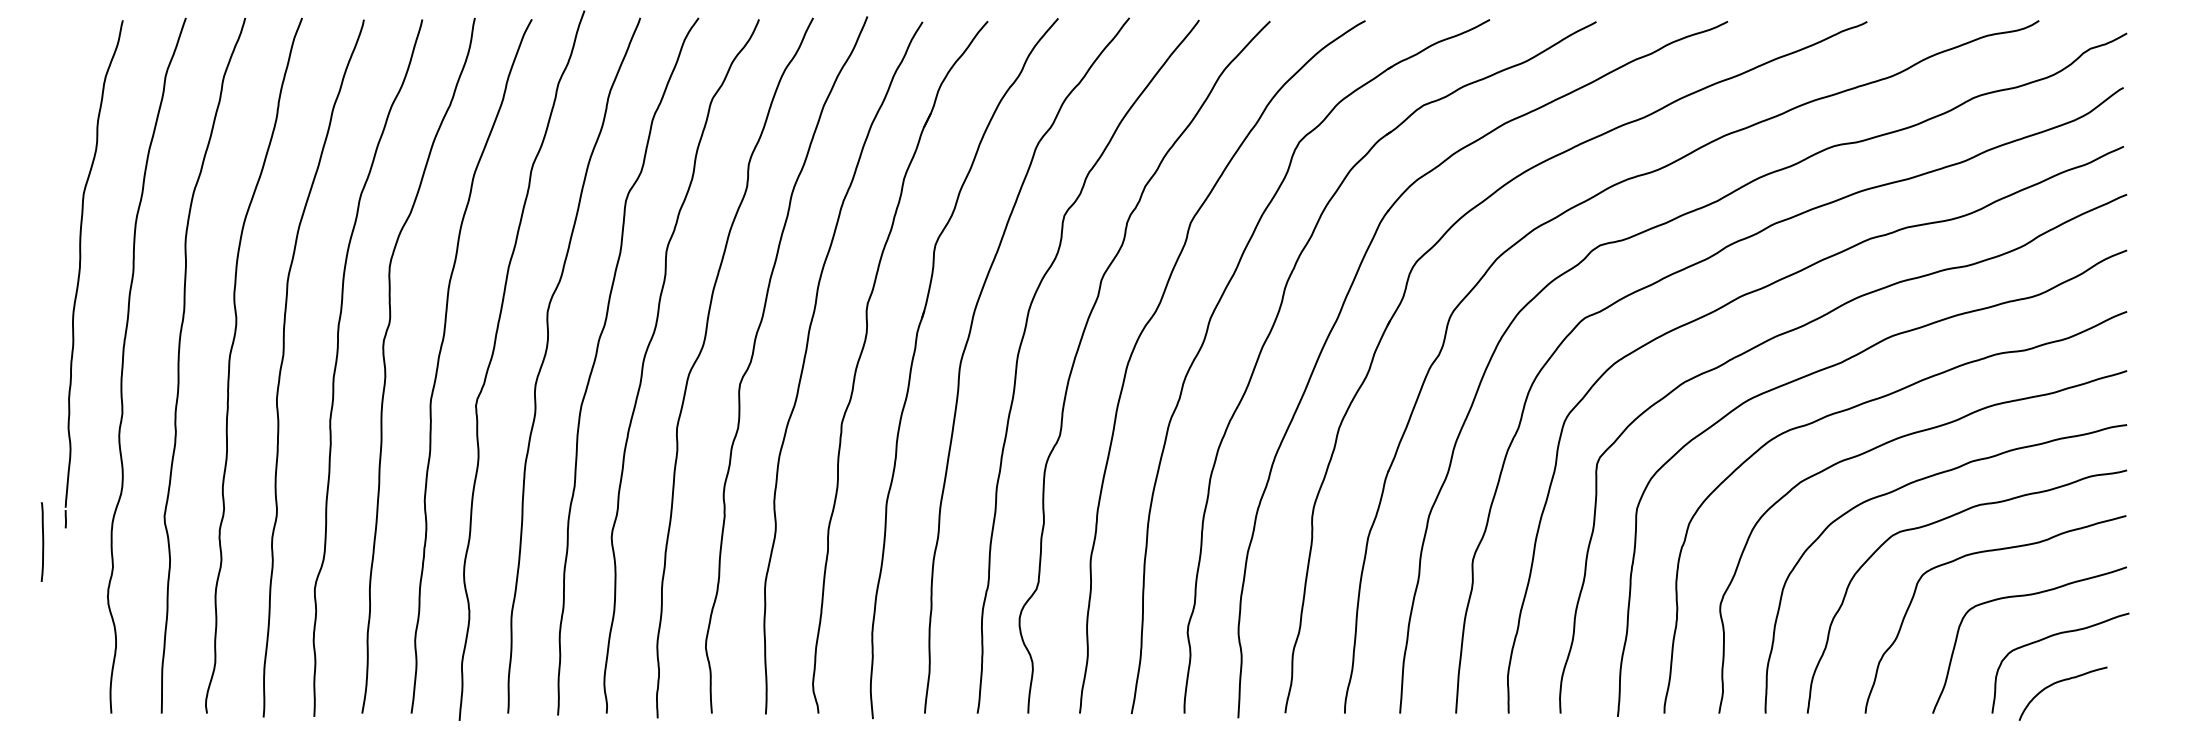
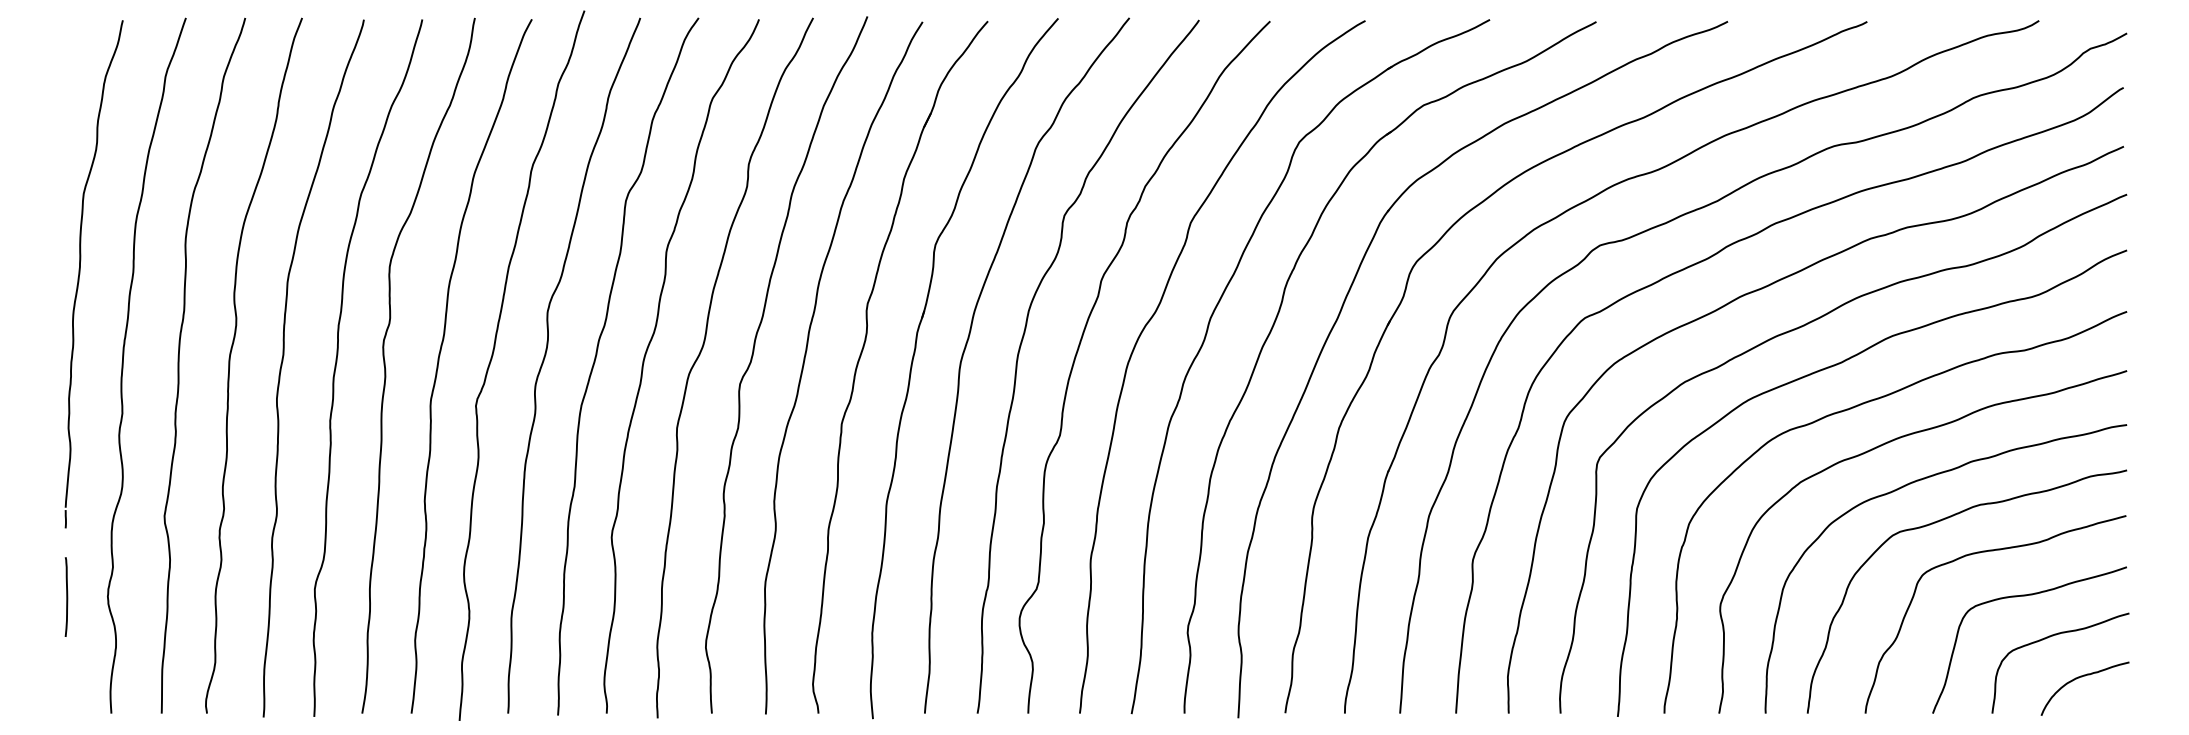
curve at (42, 541) position: (42, 541) -> (66, 596)
curve at (2060, 682) position: (2060, 682) -> (2082, 677)
